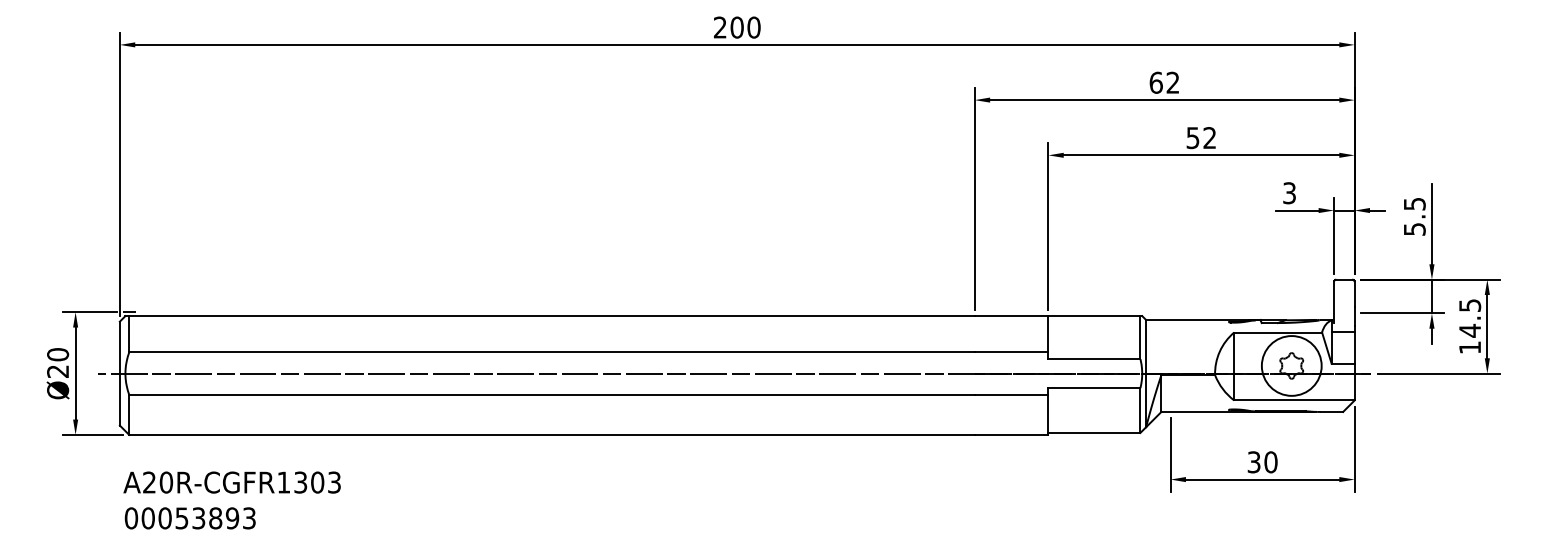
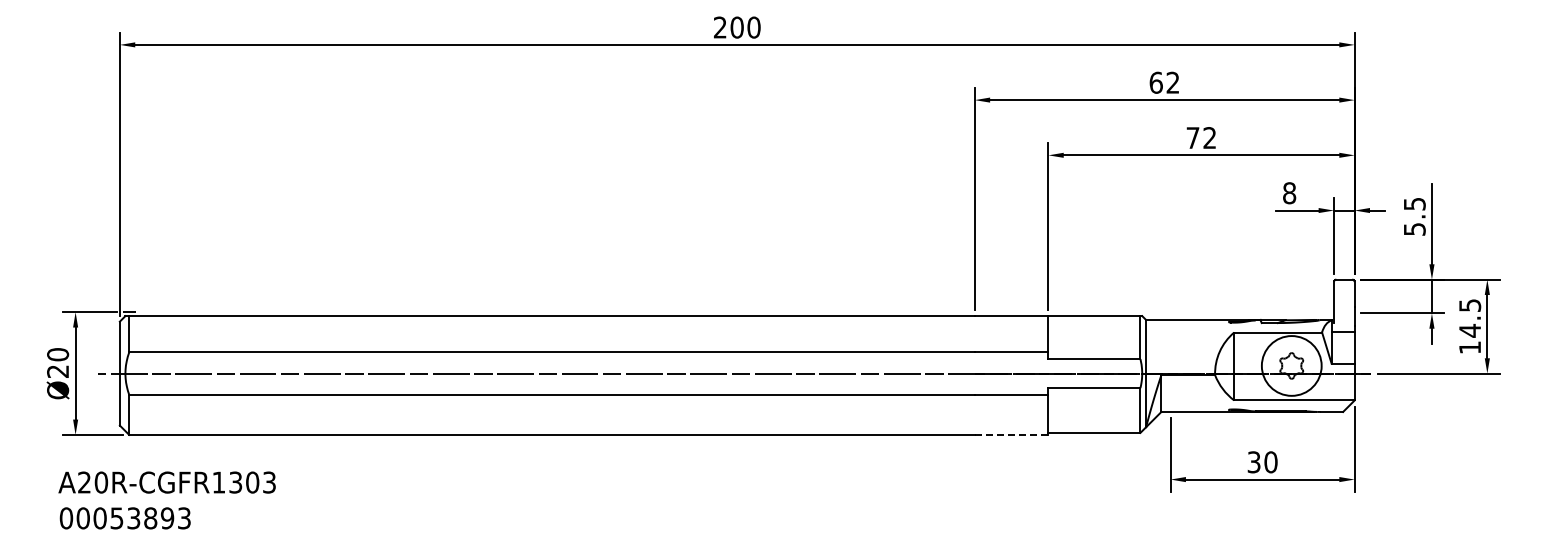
text at (1192, 138): 52 -> 72
text at (1289, 193): 3 -> 8
line at (1011, 434): solid -> dashed
text at (231, 500) position: (231, 500) -> (166, 500)
